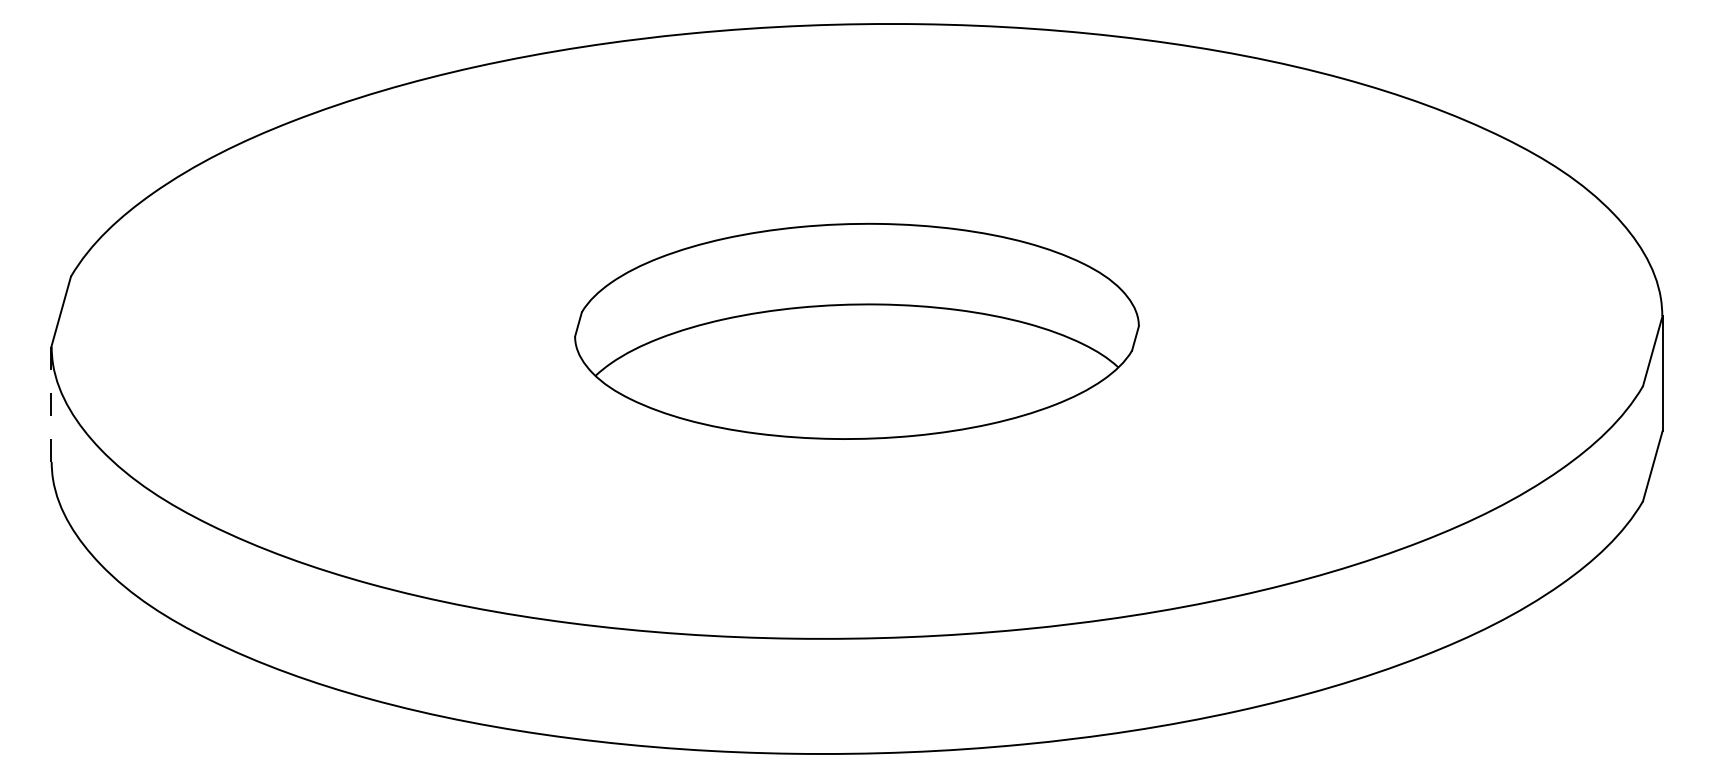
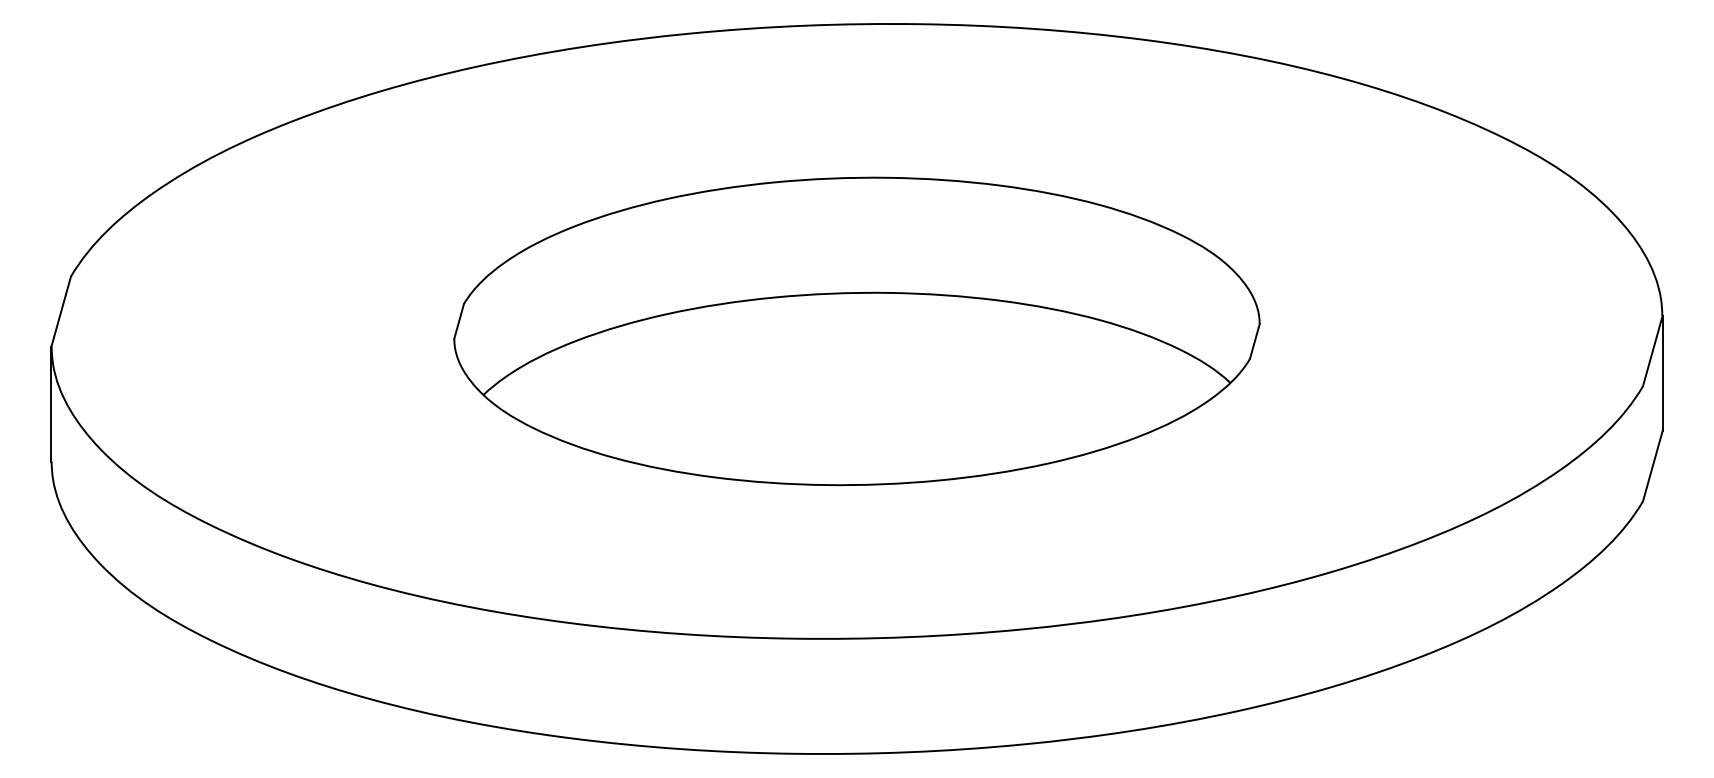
part at (856, 330) size: 566x218 px -> 808x311 px
line at (51, 404): dashed -> solid
